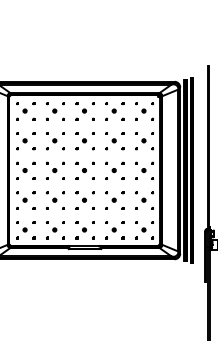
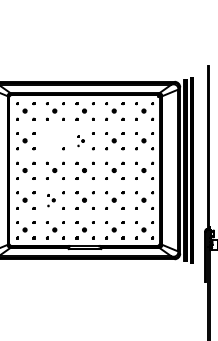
part at (54, 141): present -> none
part at (80, 141) size: 12x19 px -> 8x13 px
part at (51, 200) size: 13x19 px -> 9x14 px
